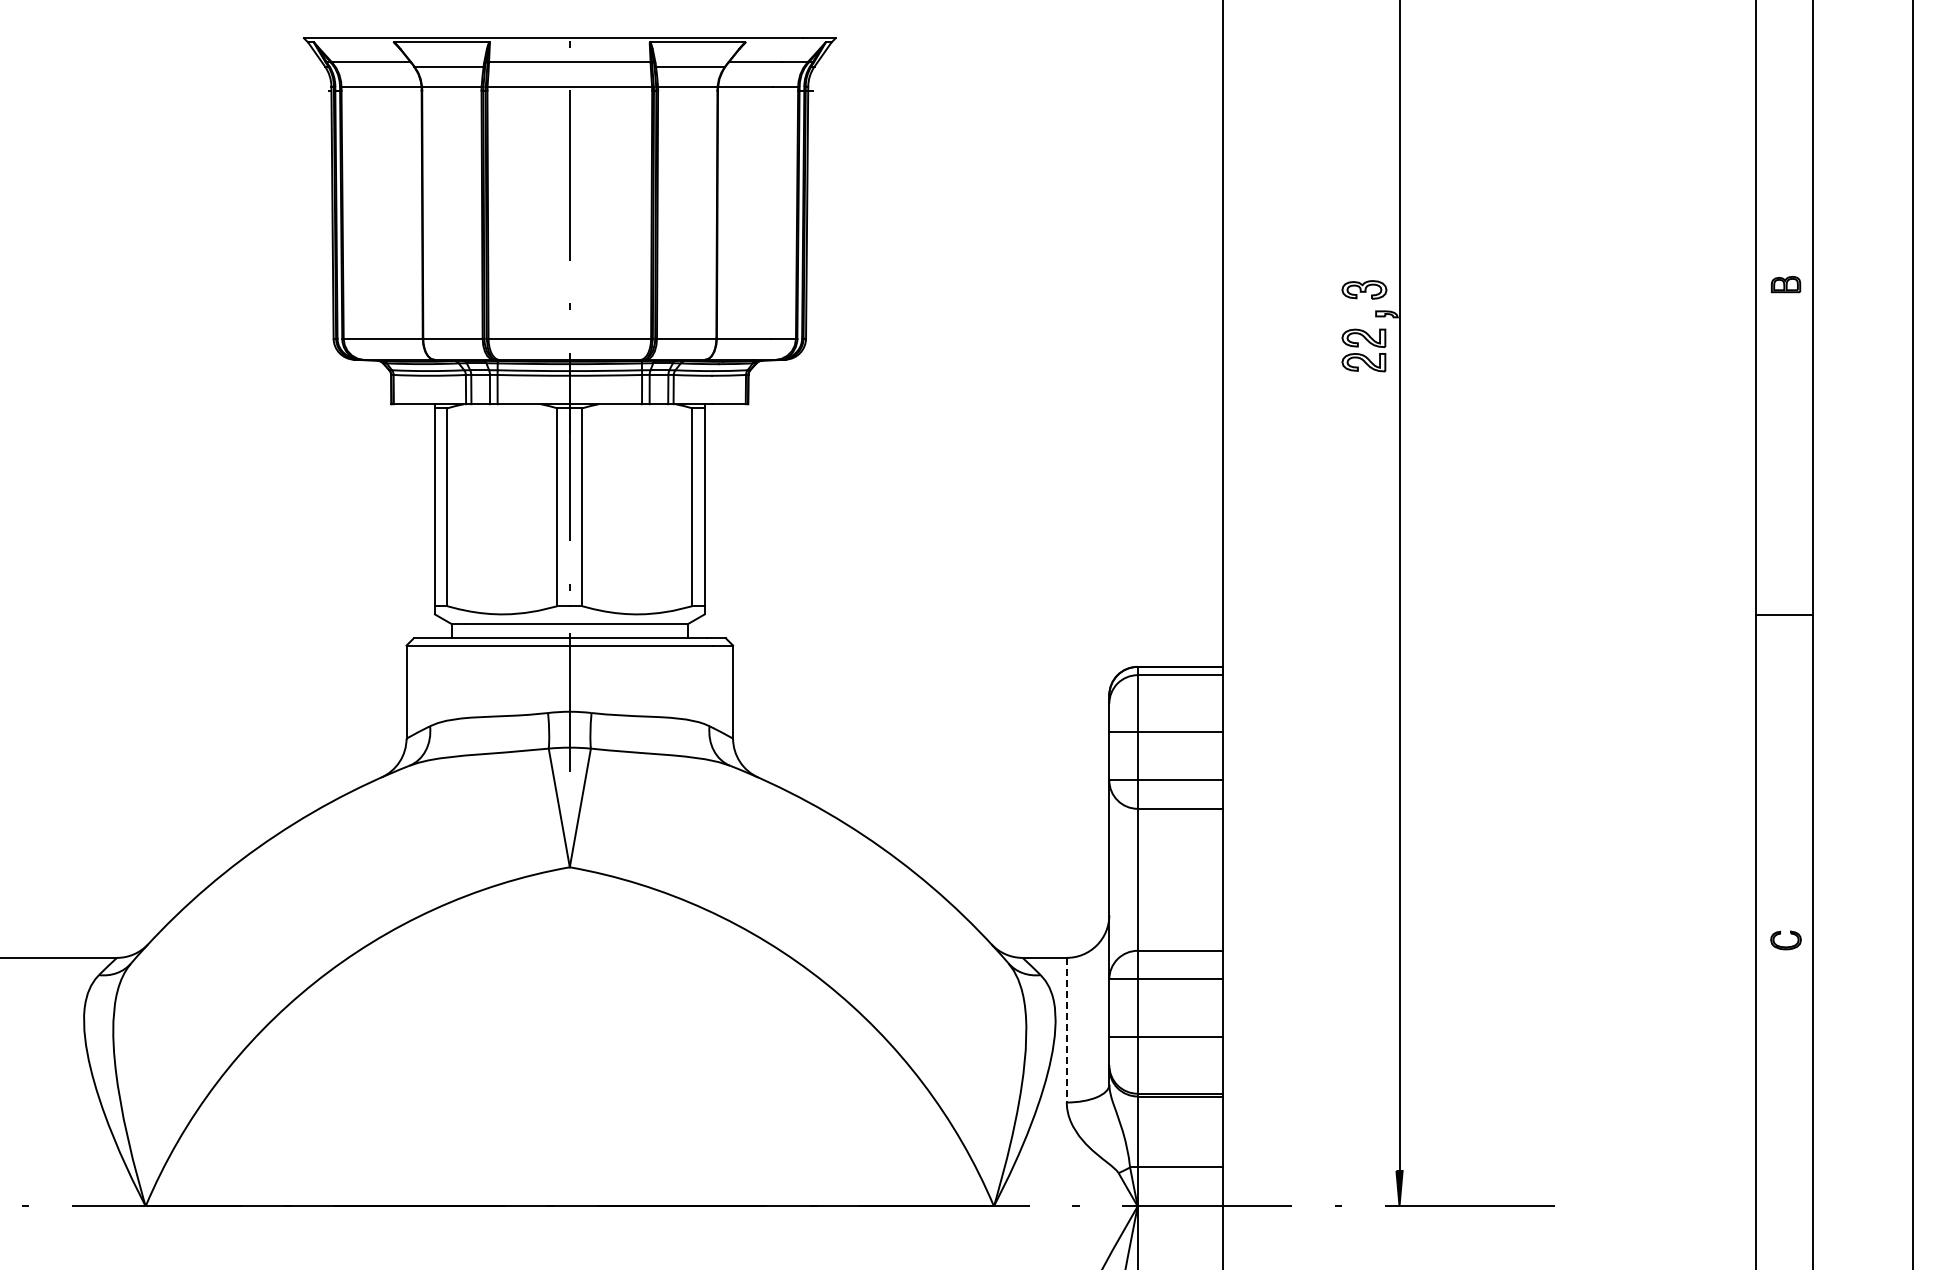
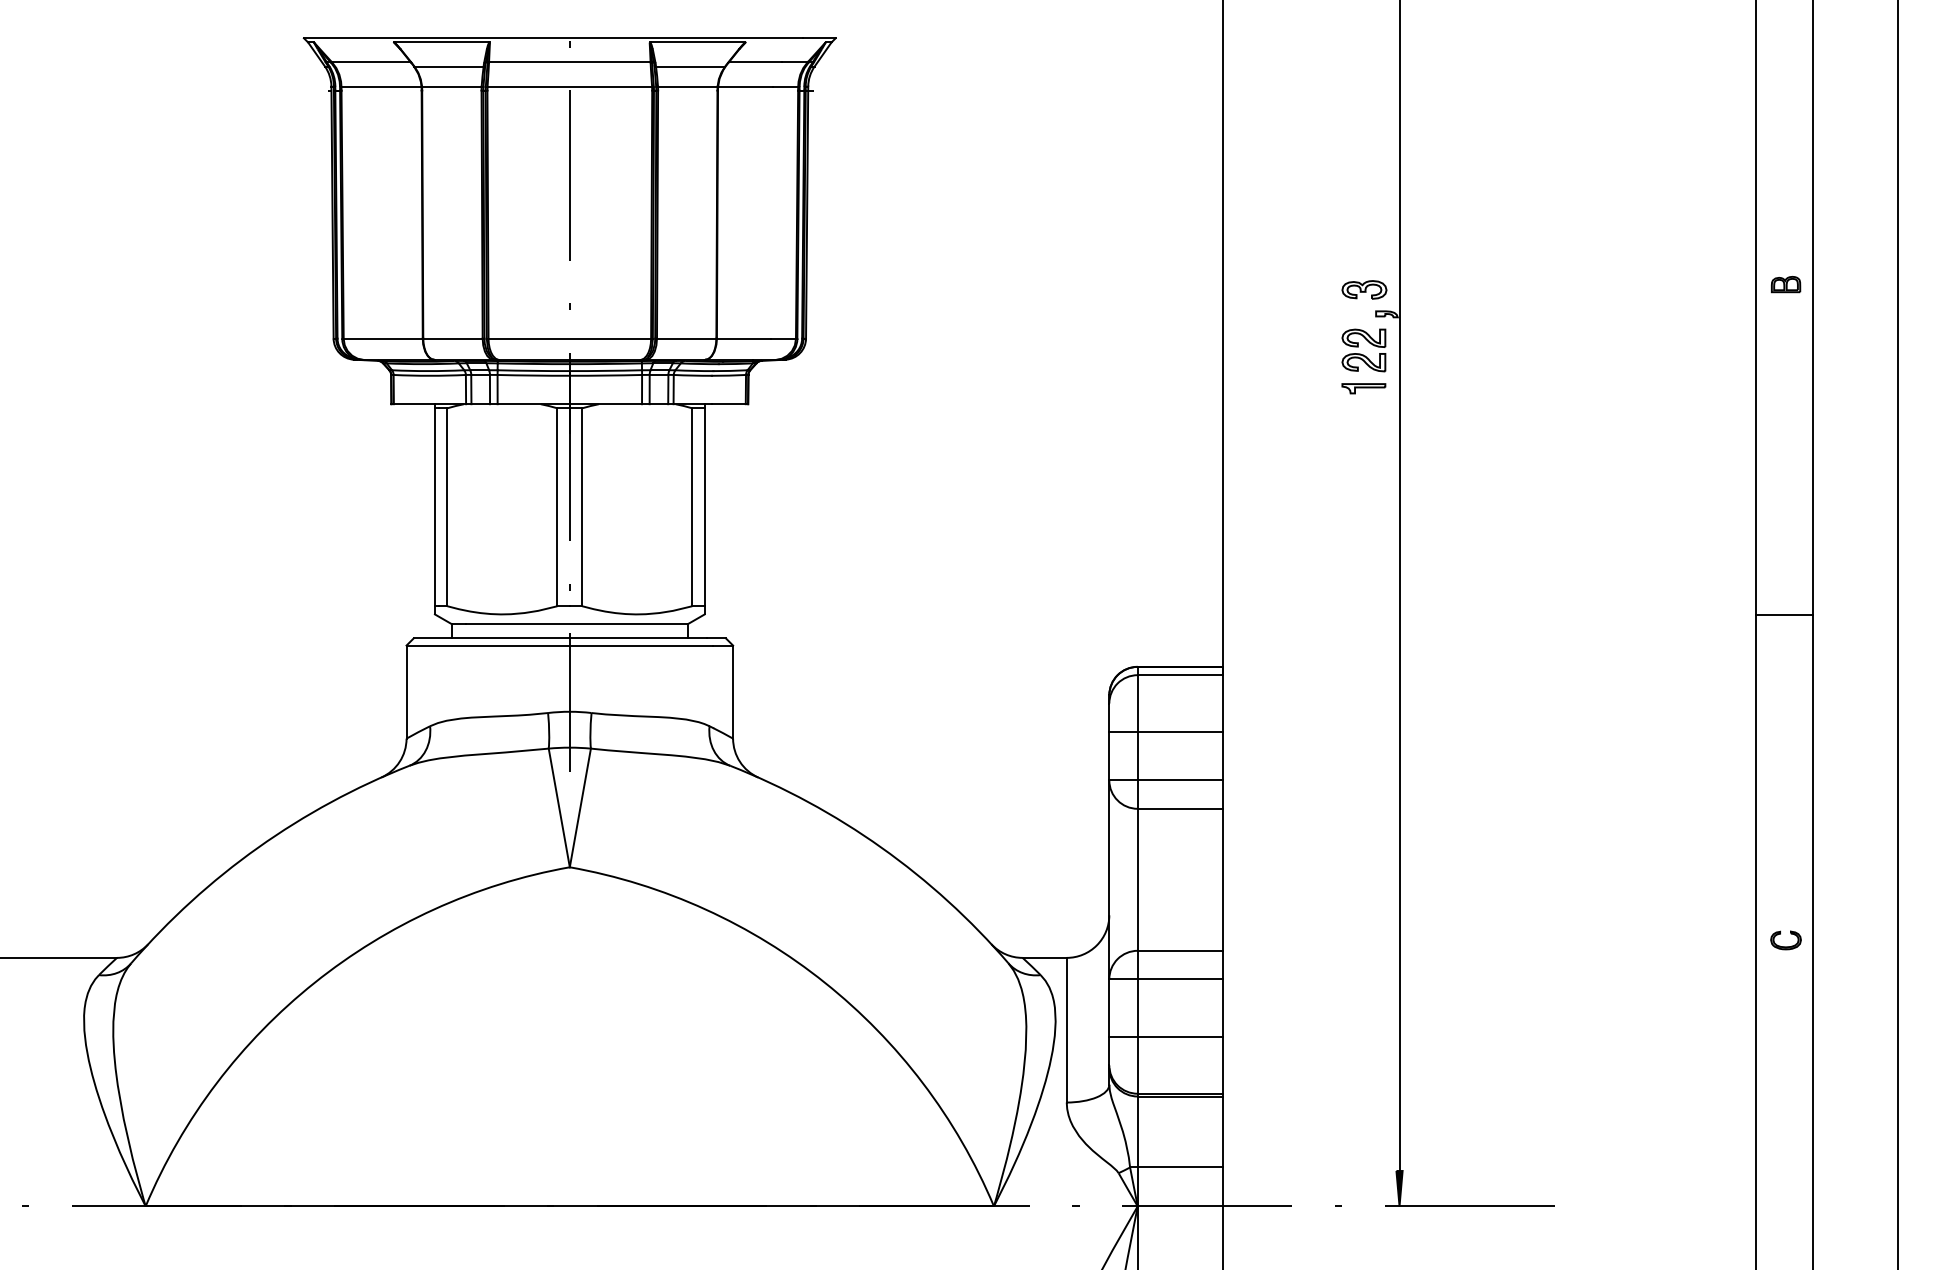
part at (1363, 388): none -> present
line at (1913, 634) position: (1913, 634) -> (1898, 634)
line at (1066, 1030): dashed -> solid
